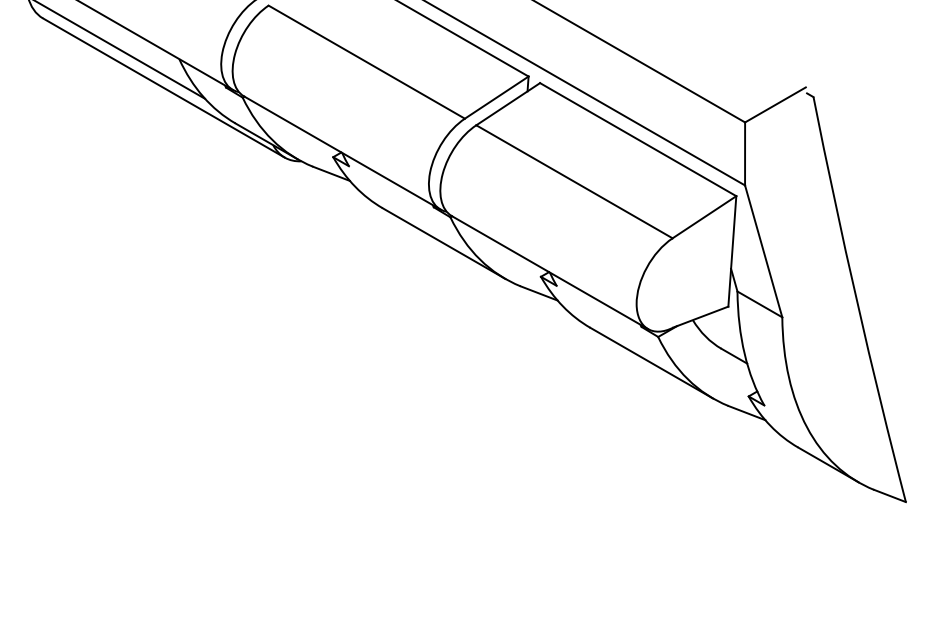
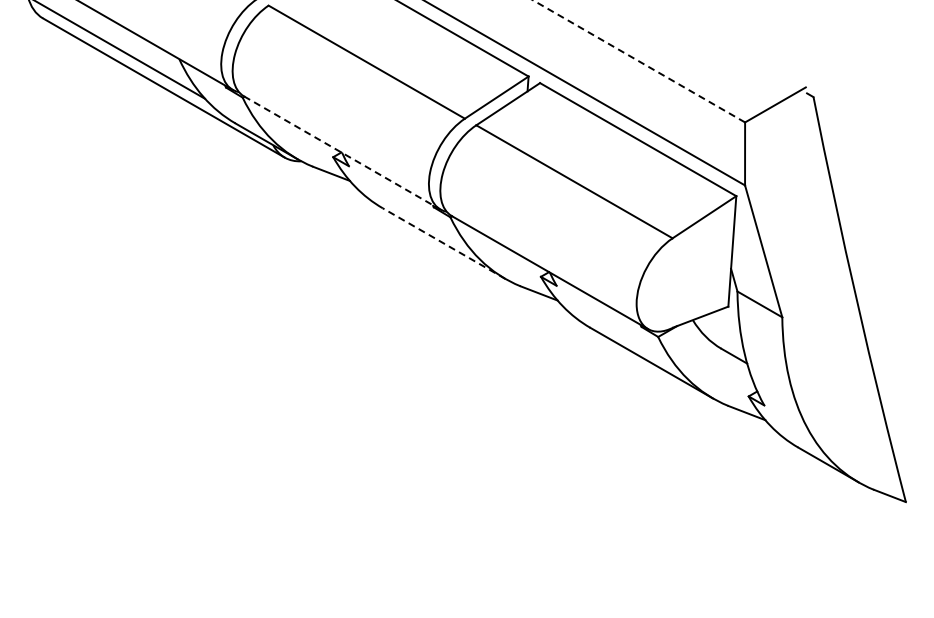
line at (638, 61): solid -> dashed
line at (342, 153): solid -> dashed
line at (444, 243): solid -> dashed
